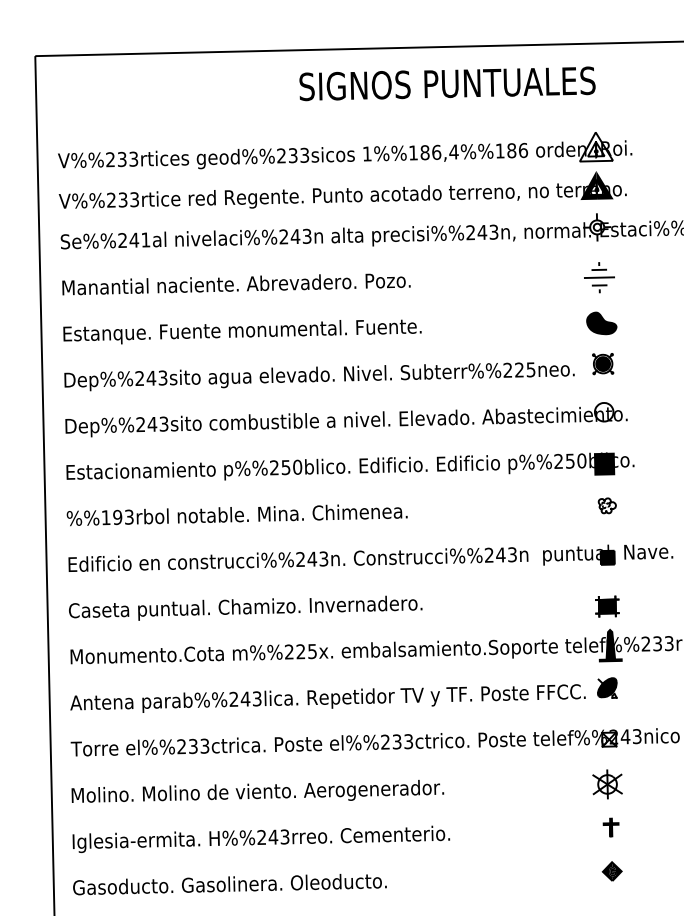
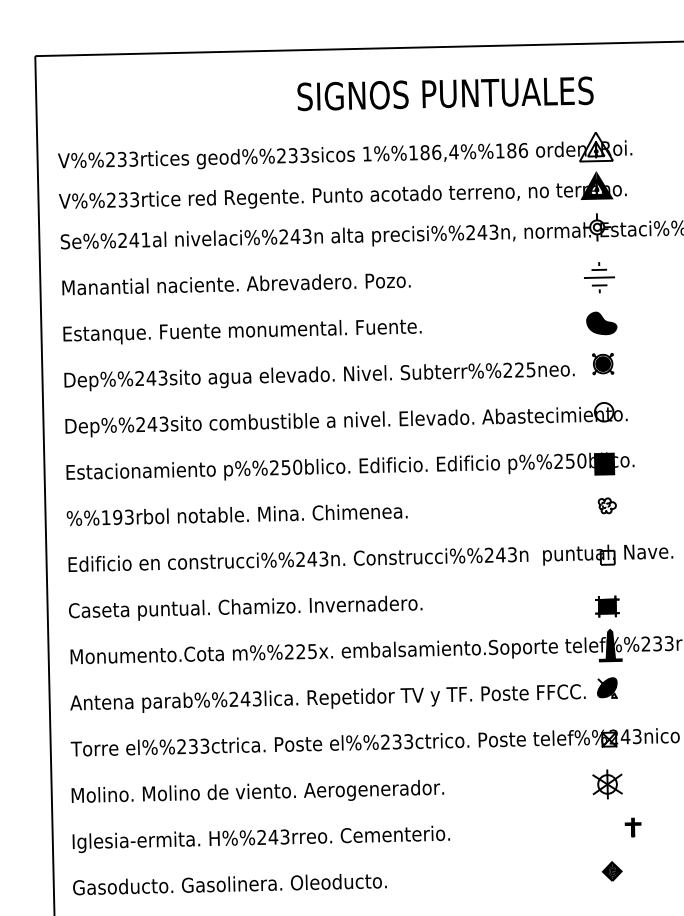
text at (447, 83) position: (447, 83) -> (445, 93)
fill at (607, 557): present -> none
part at (610, 827) position: (610, 827) -> (632, 827)
